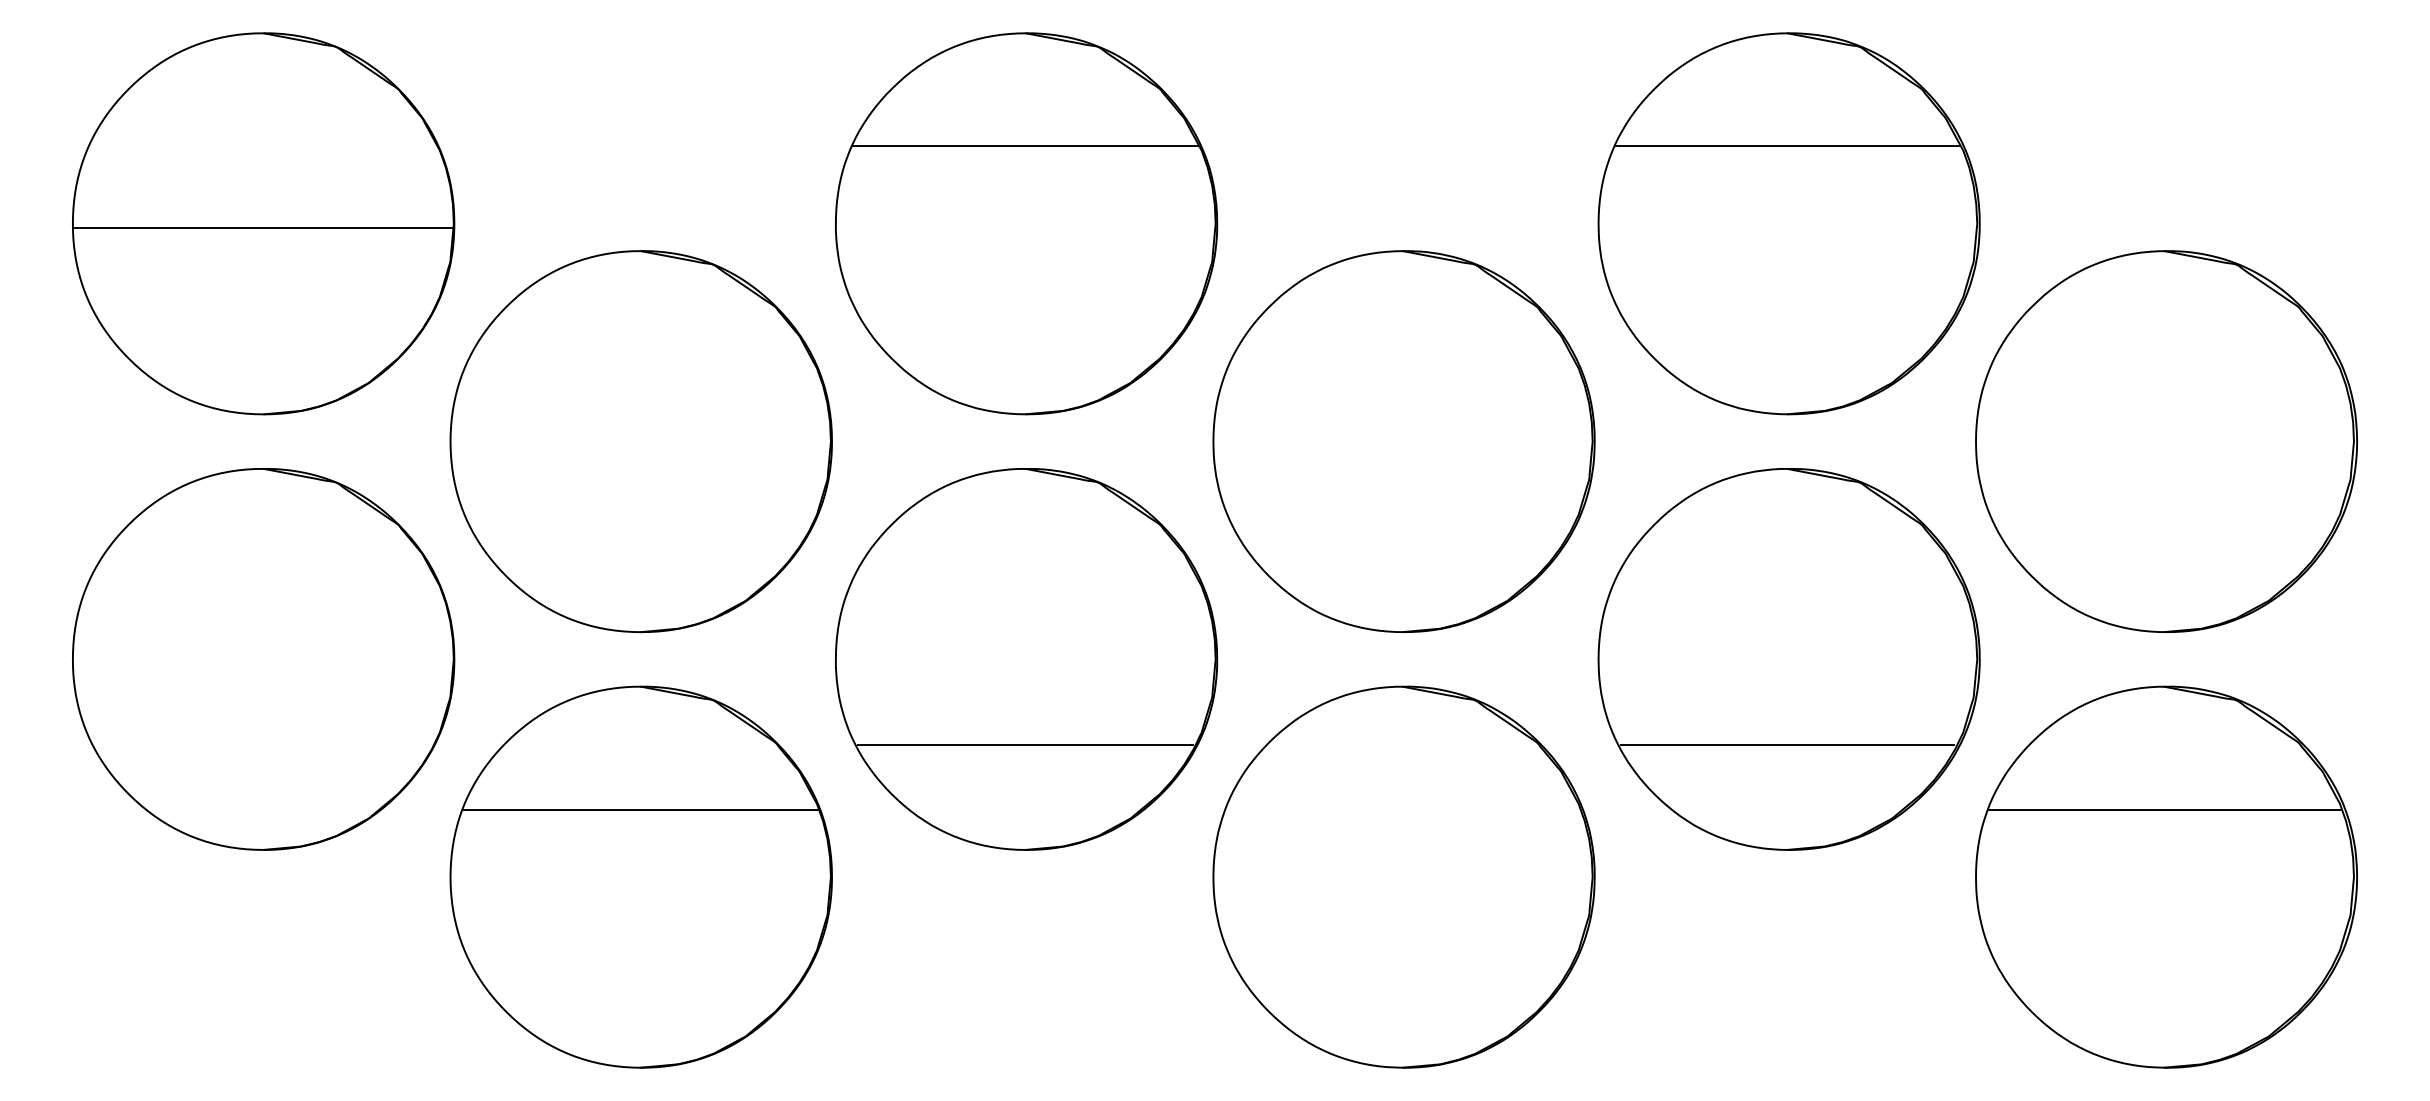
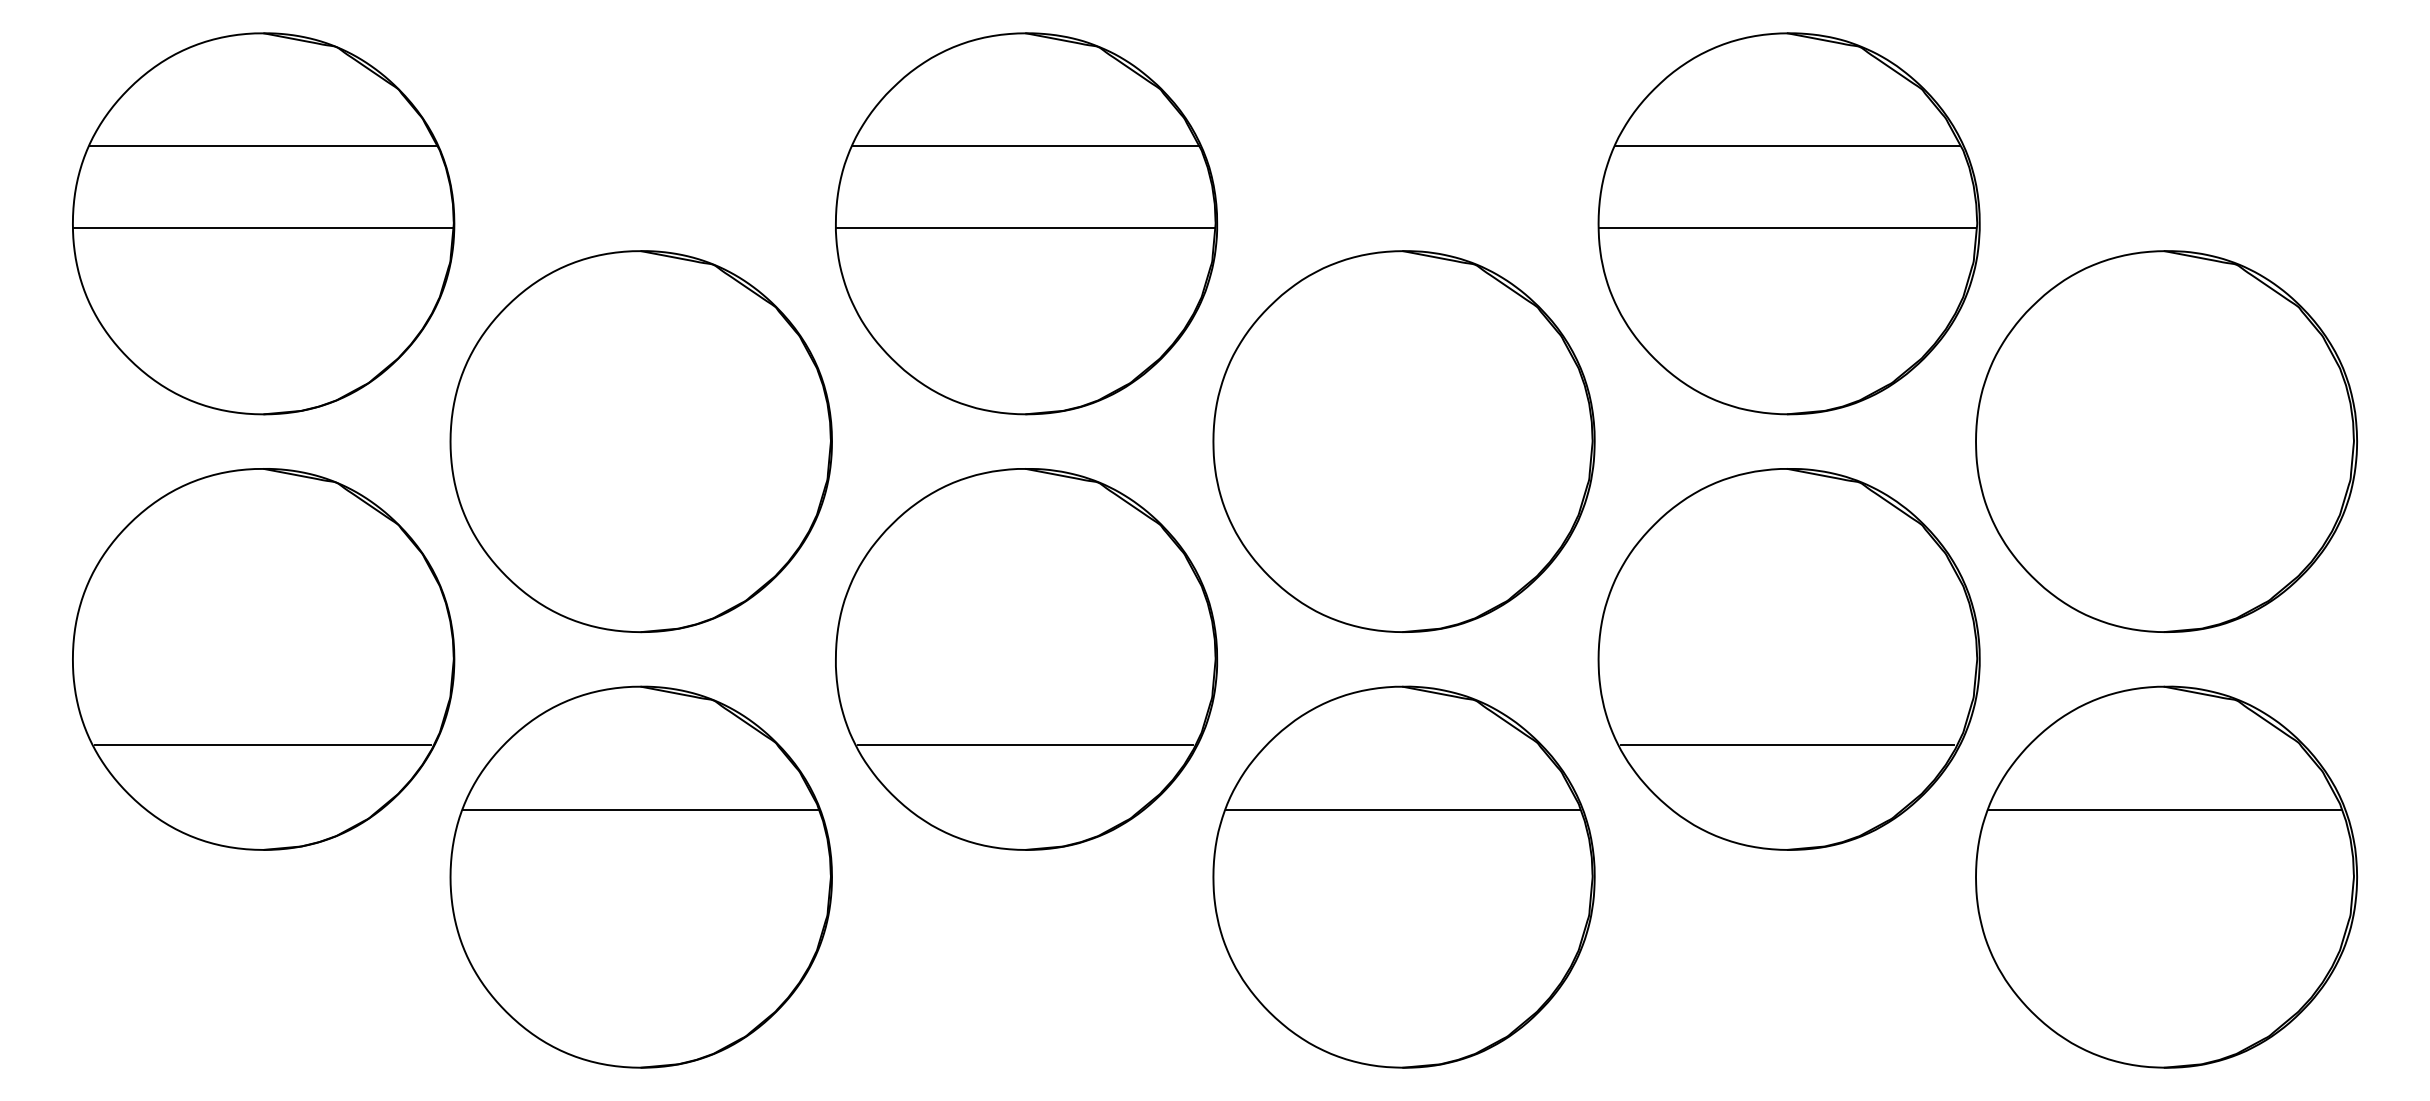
line at (262, 146): none -> present
line at (1025, 227): none -> present
line at (1787, 227): none -> present
line at (262, 745): none -> present
line at (1402, 810): none -> present
